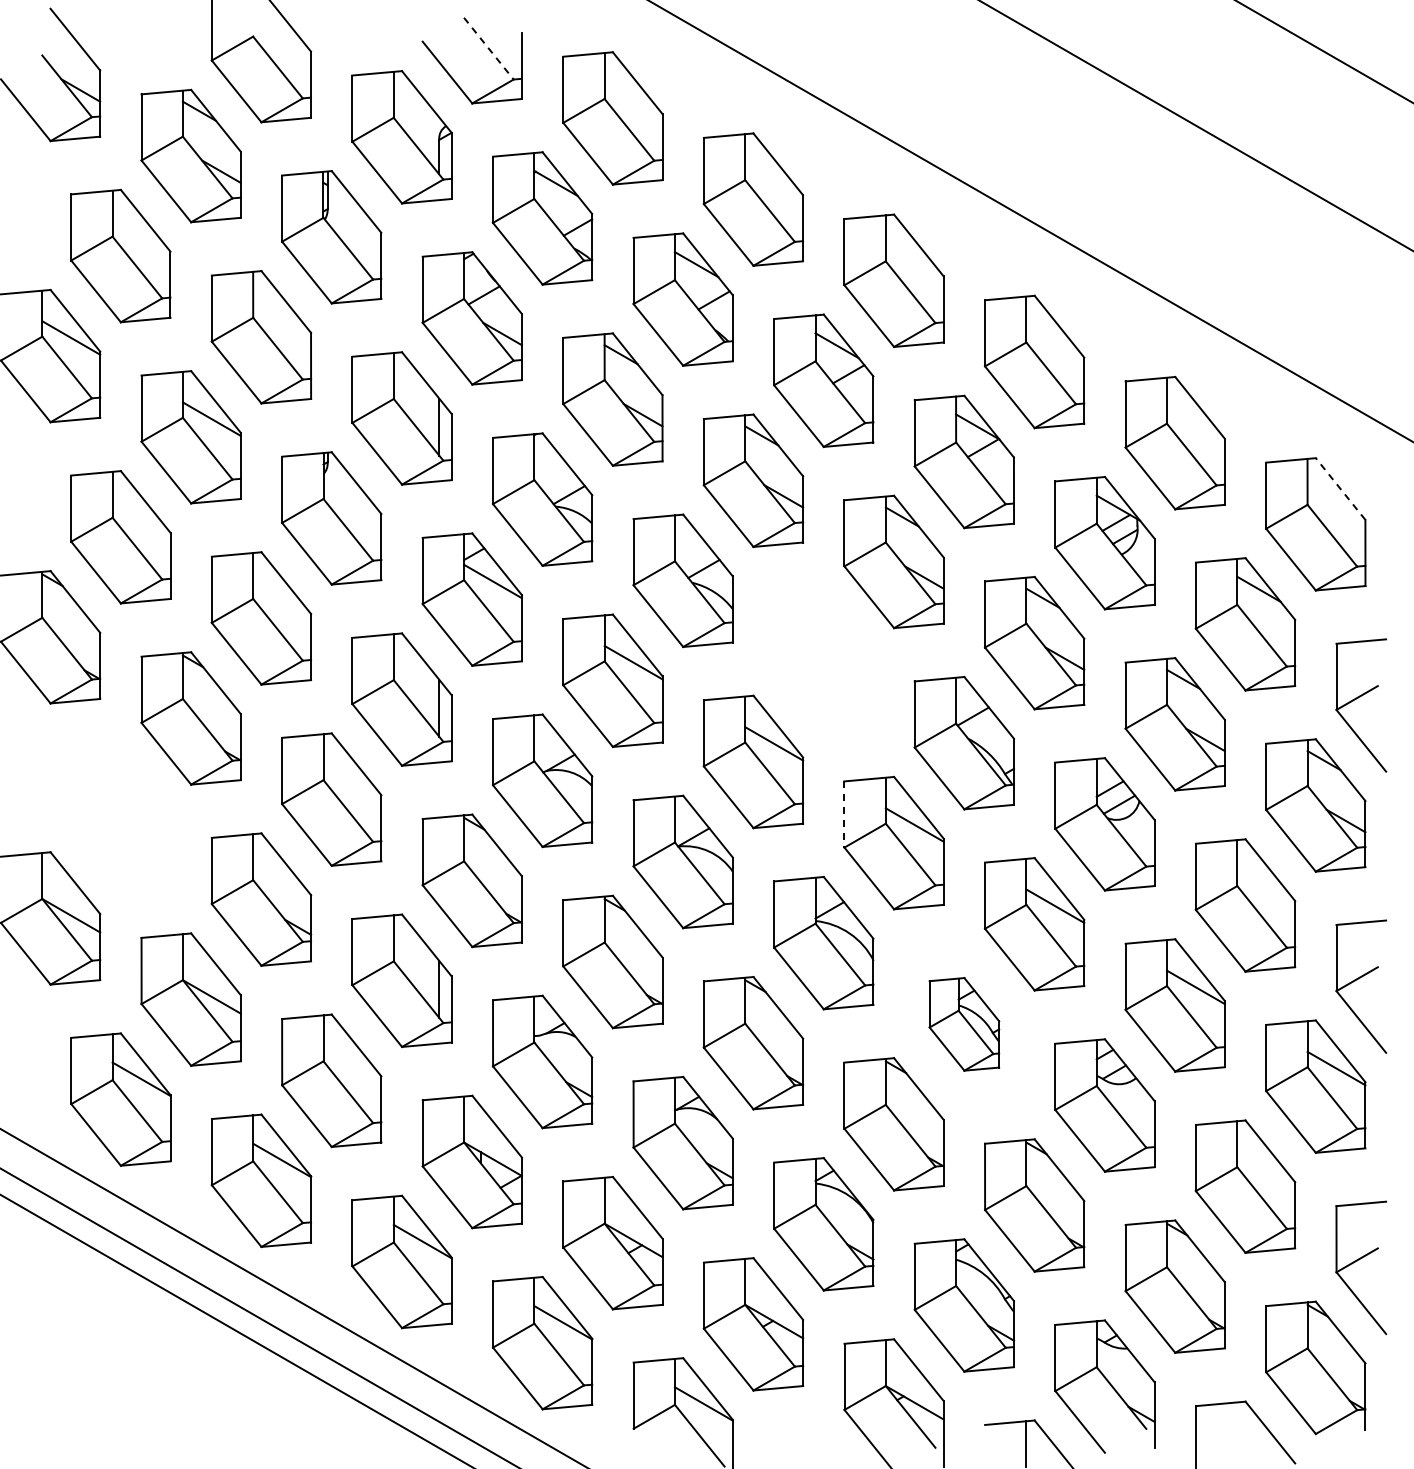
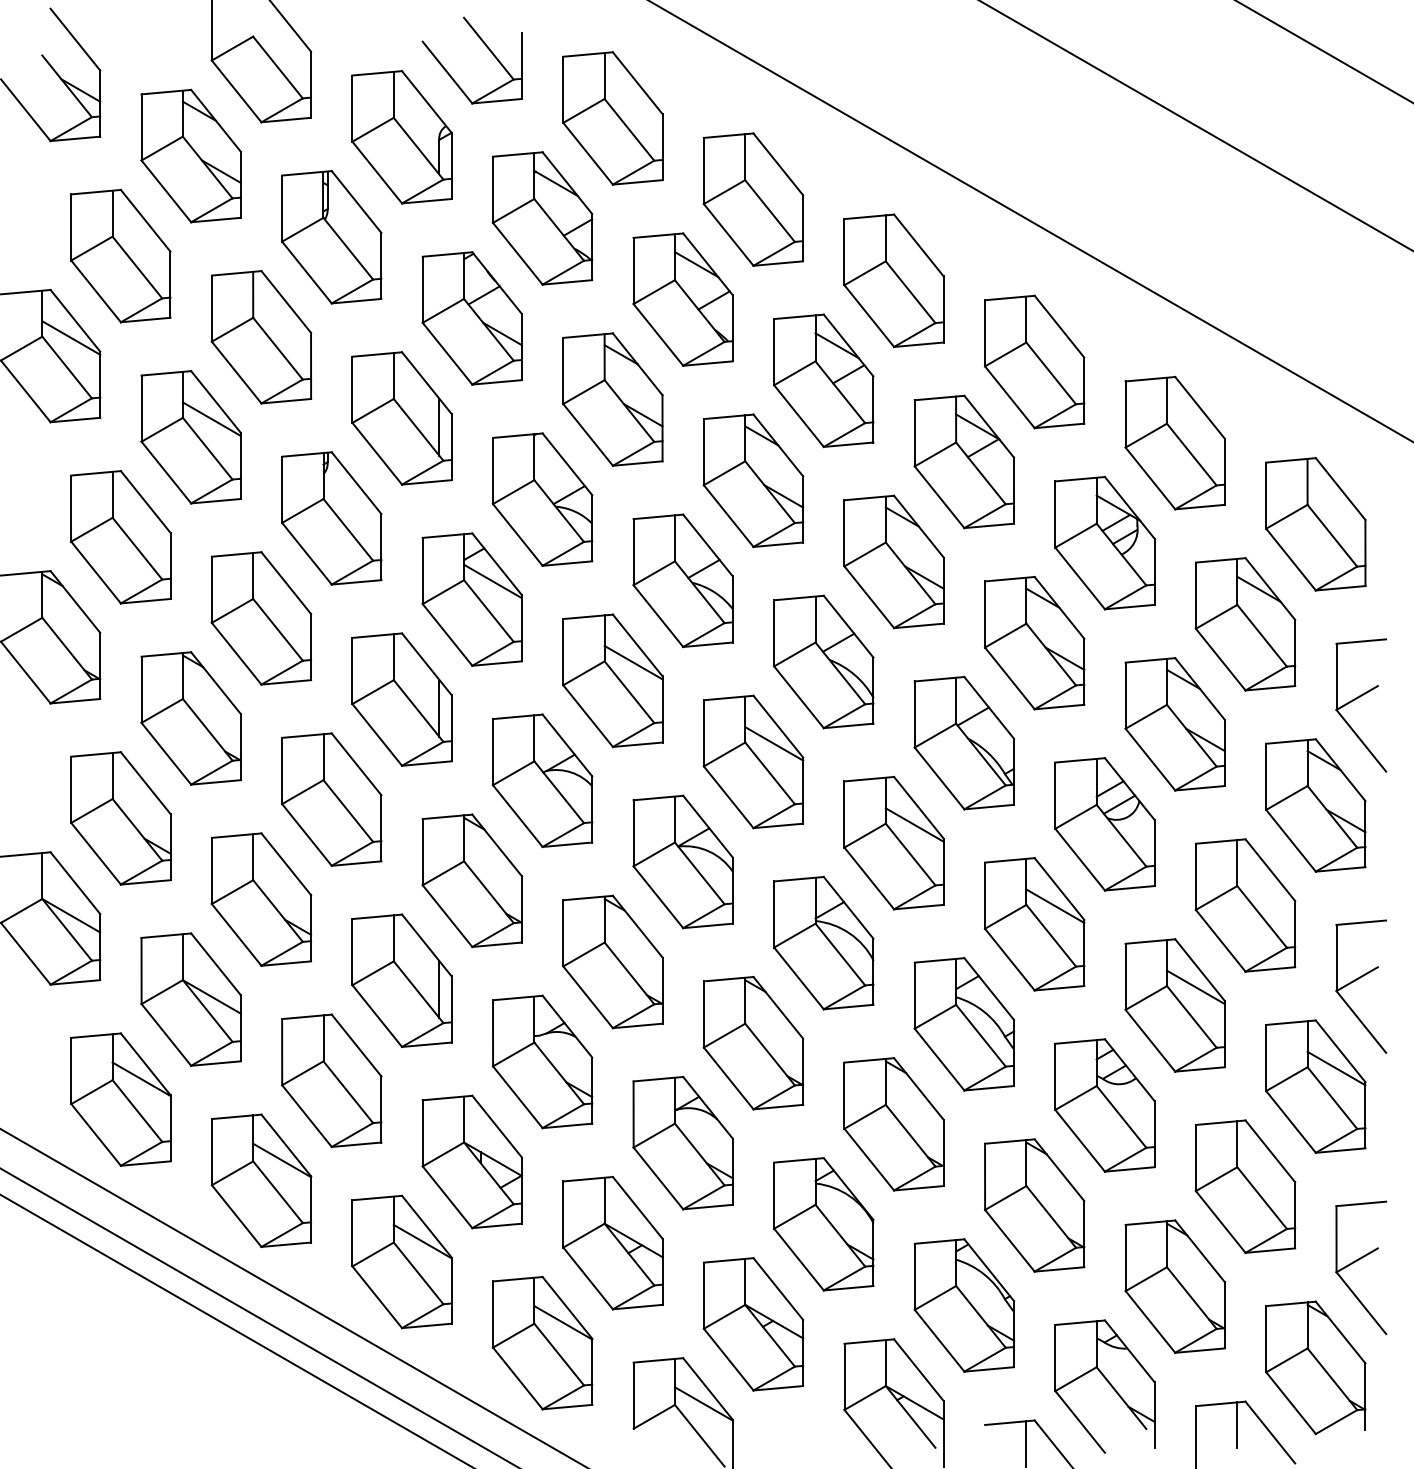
line at (488, 48): dashed -> solid
line at (1340, 489): dashed -> solid
part at (823, 661): none -> present
line at (844, 815): dashed -> solid
part at (120, 818): none -> present
part at (964, 1024) size: 73x95 px -> 103x135 px
line at (1237, 1425): none -> present
